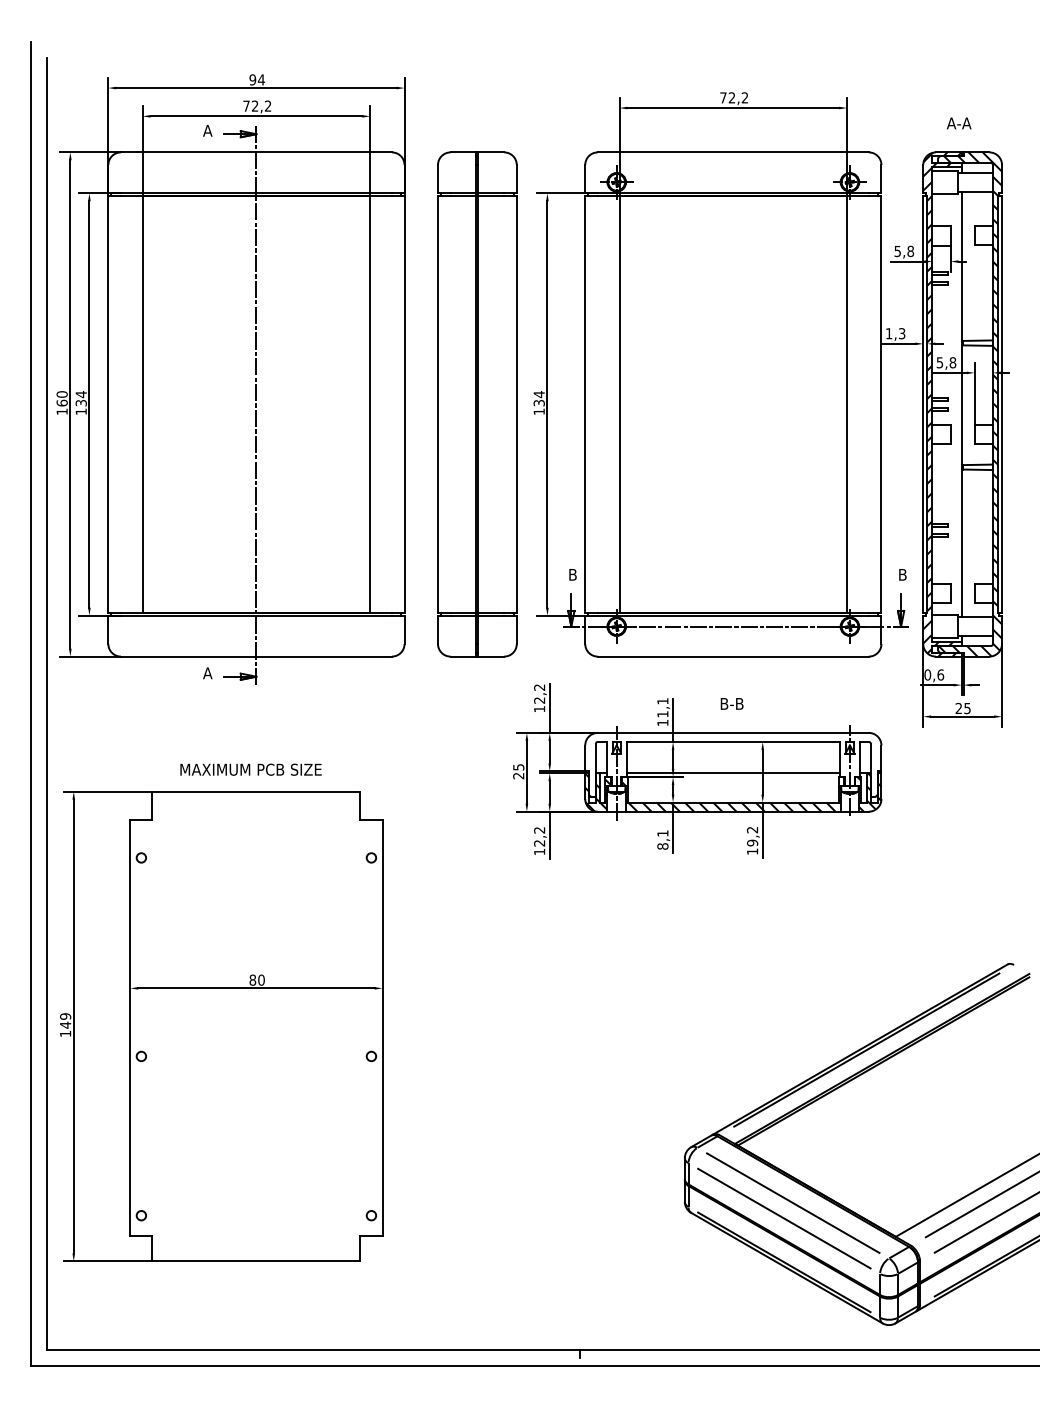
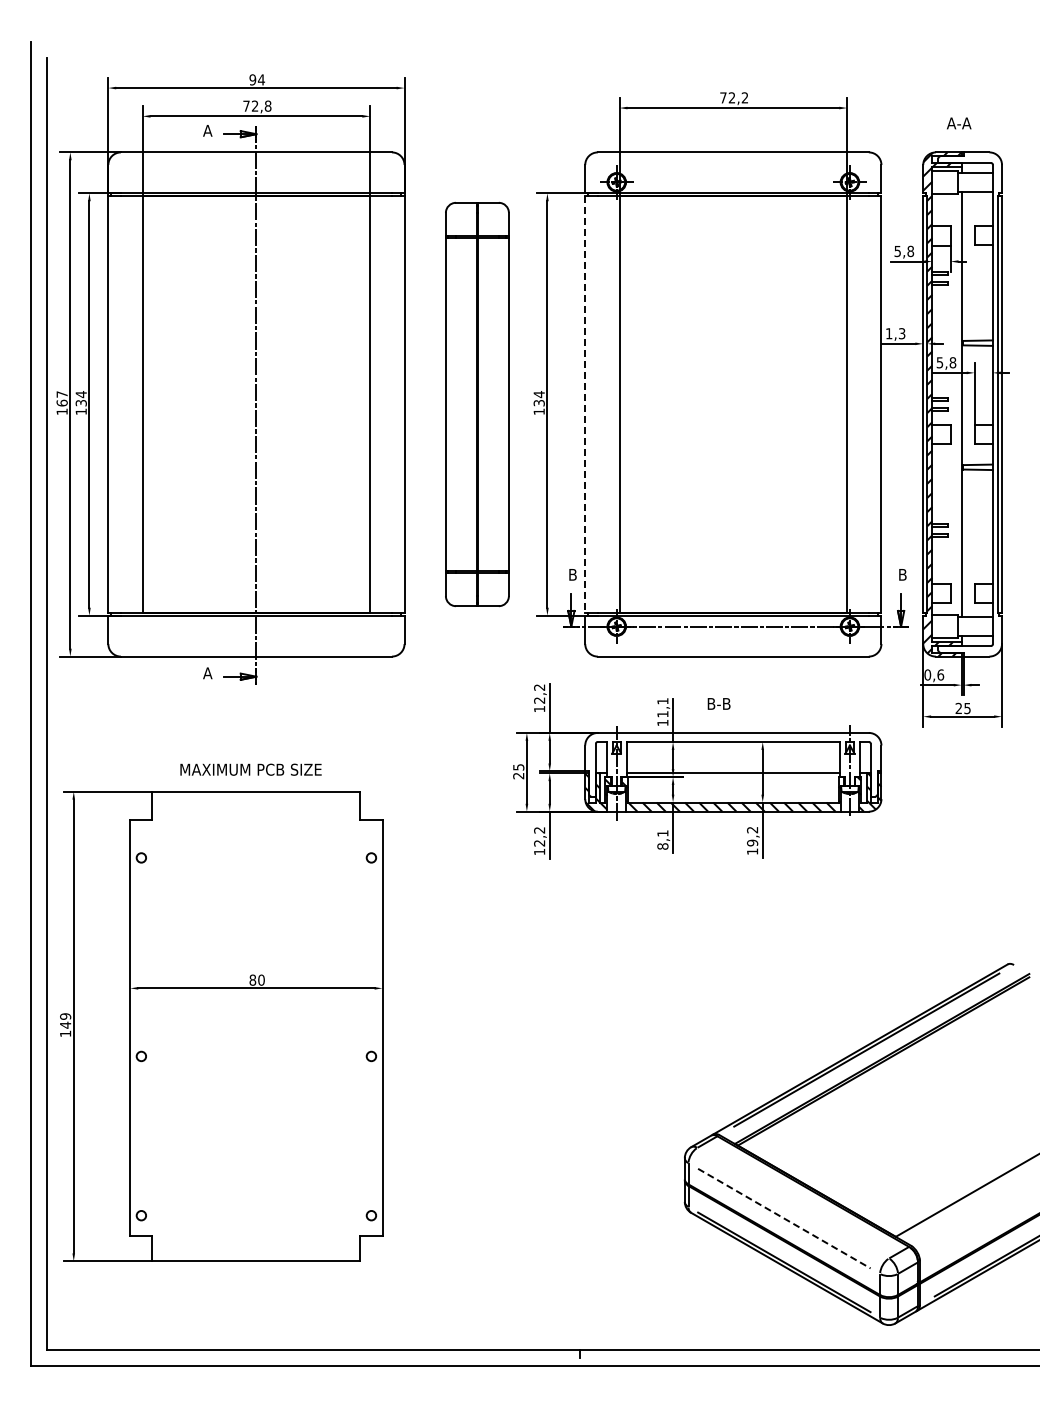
text at (267, 105): 72,2 -> 72,8
text at (61, 394): 160 -> 167
part at (477, 404) size: 81x507 px -> 65x406 px
hatch at (970, 404): present -> none
line at (585, 405): solid -> dashed
text at (731, 703) position: (731, 703) -> (718, 703)
line at (793, 1202): present -> none
line at (980, 1205): present -> none
line at (784, 1218): solid -> dashed
line at (985, 1223): present -> none
